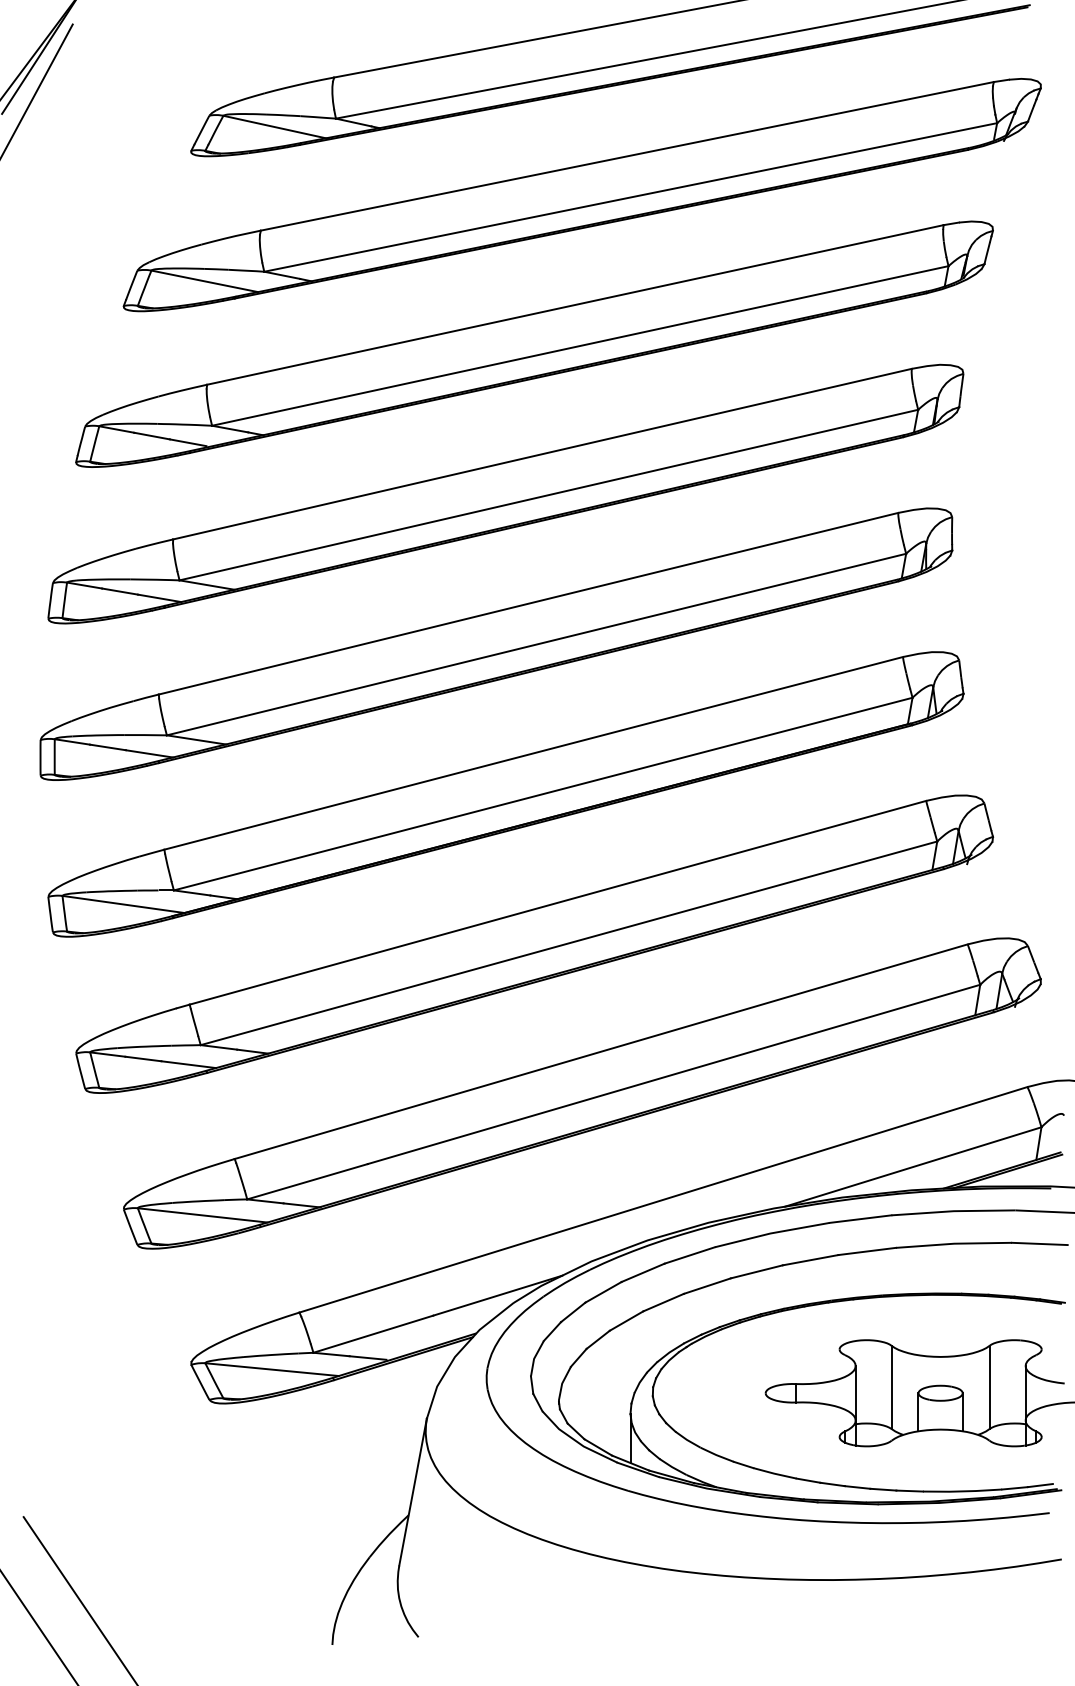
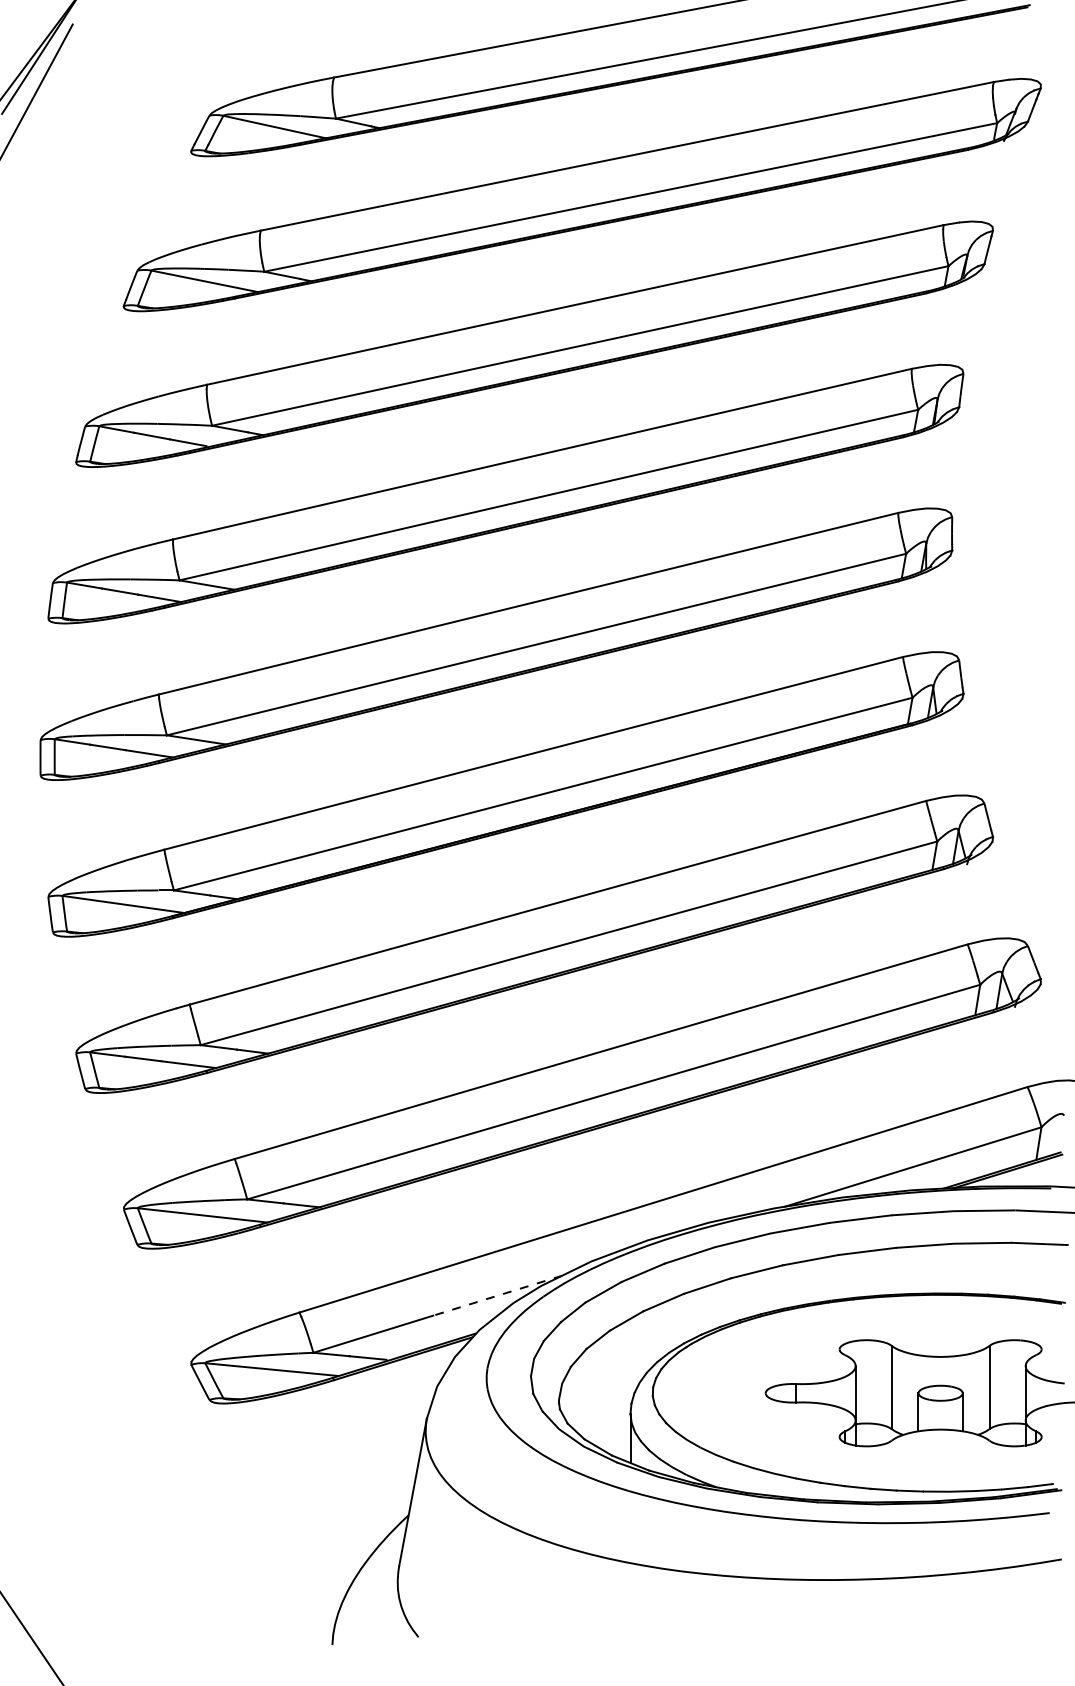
line at (497, 1295): solid -> dashed
line at (79, 1599): present -> none
line at (39, 1627) position: (39, 1627) -> (31, 1638)
